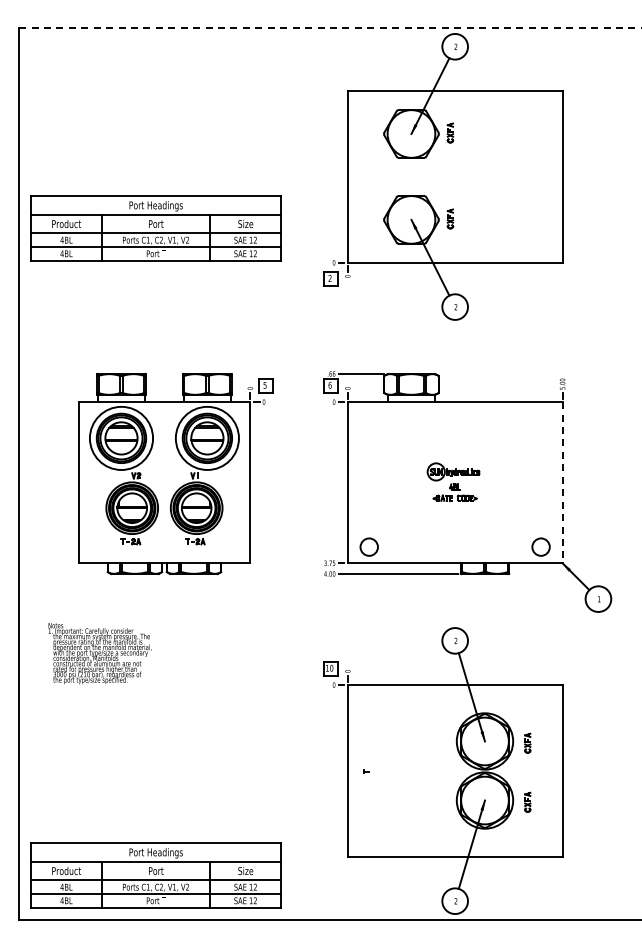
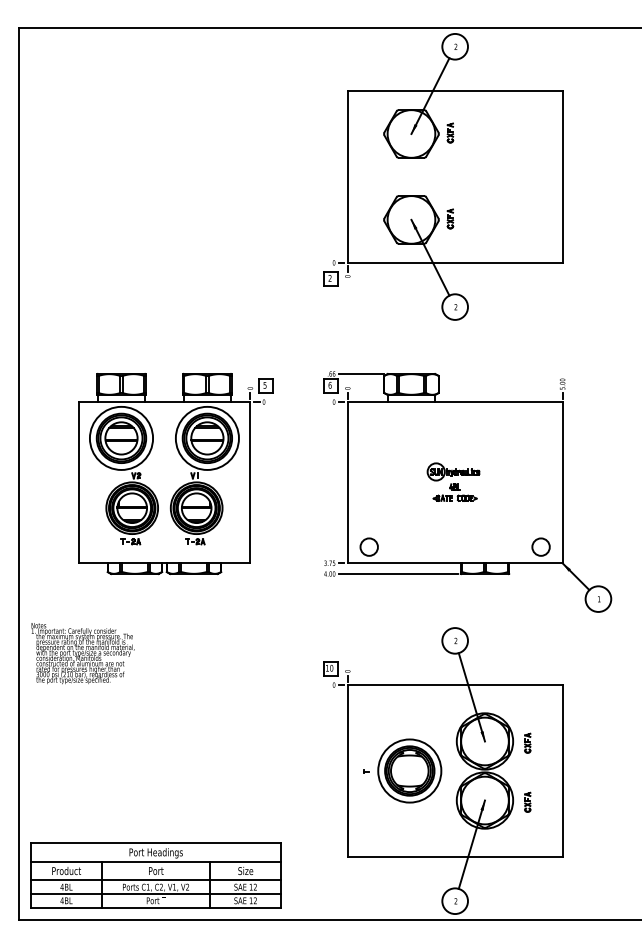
line at (330, 28): dashed -> solid
part at (155, 228): present -> none
line at (562, 482): dashed -> solid
text at (99, 653) position: (99, 653) -> (82, 653)
part at (409, 770): none -> present
